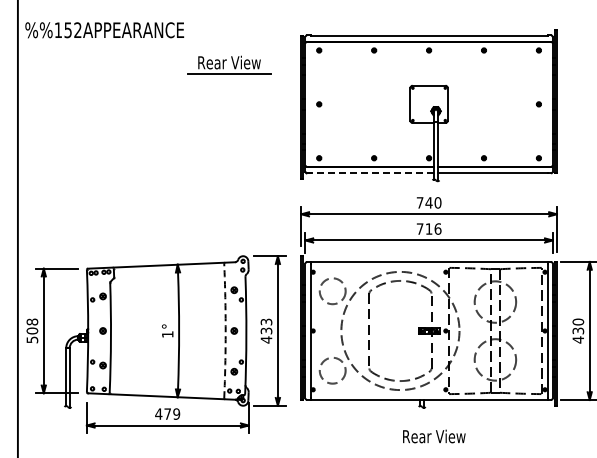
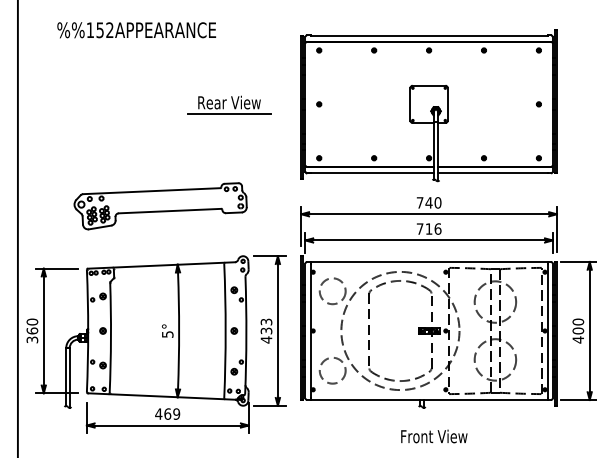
text at (104, 30) position: (104, 30) -> (136, 30)
part at (229, 64) position: (229, 64) -> (229, 104)
line at (372, 173): dashed -> solid
part at (160, 206): none -> present
text at (31, 330): 508 -> 360
arc at (225, 330): dashed -> solid
text at (578, 330): 430 -> 400
text at (167, 334): 1° -> 5°
text at (167, 413): 479 -> 469
text at (434, 436): Rear View -> Front View
